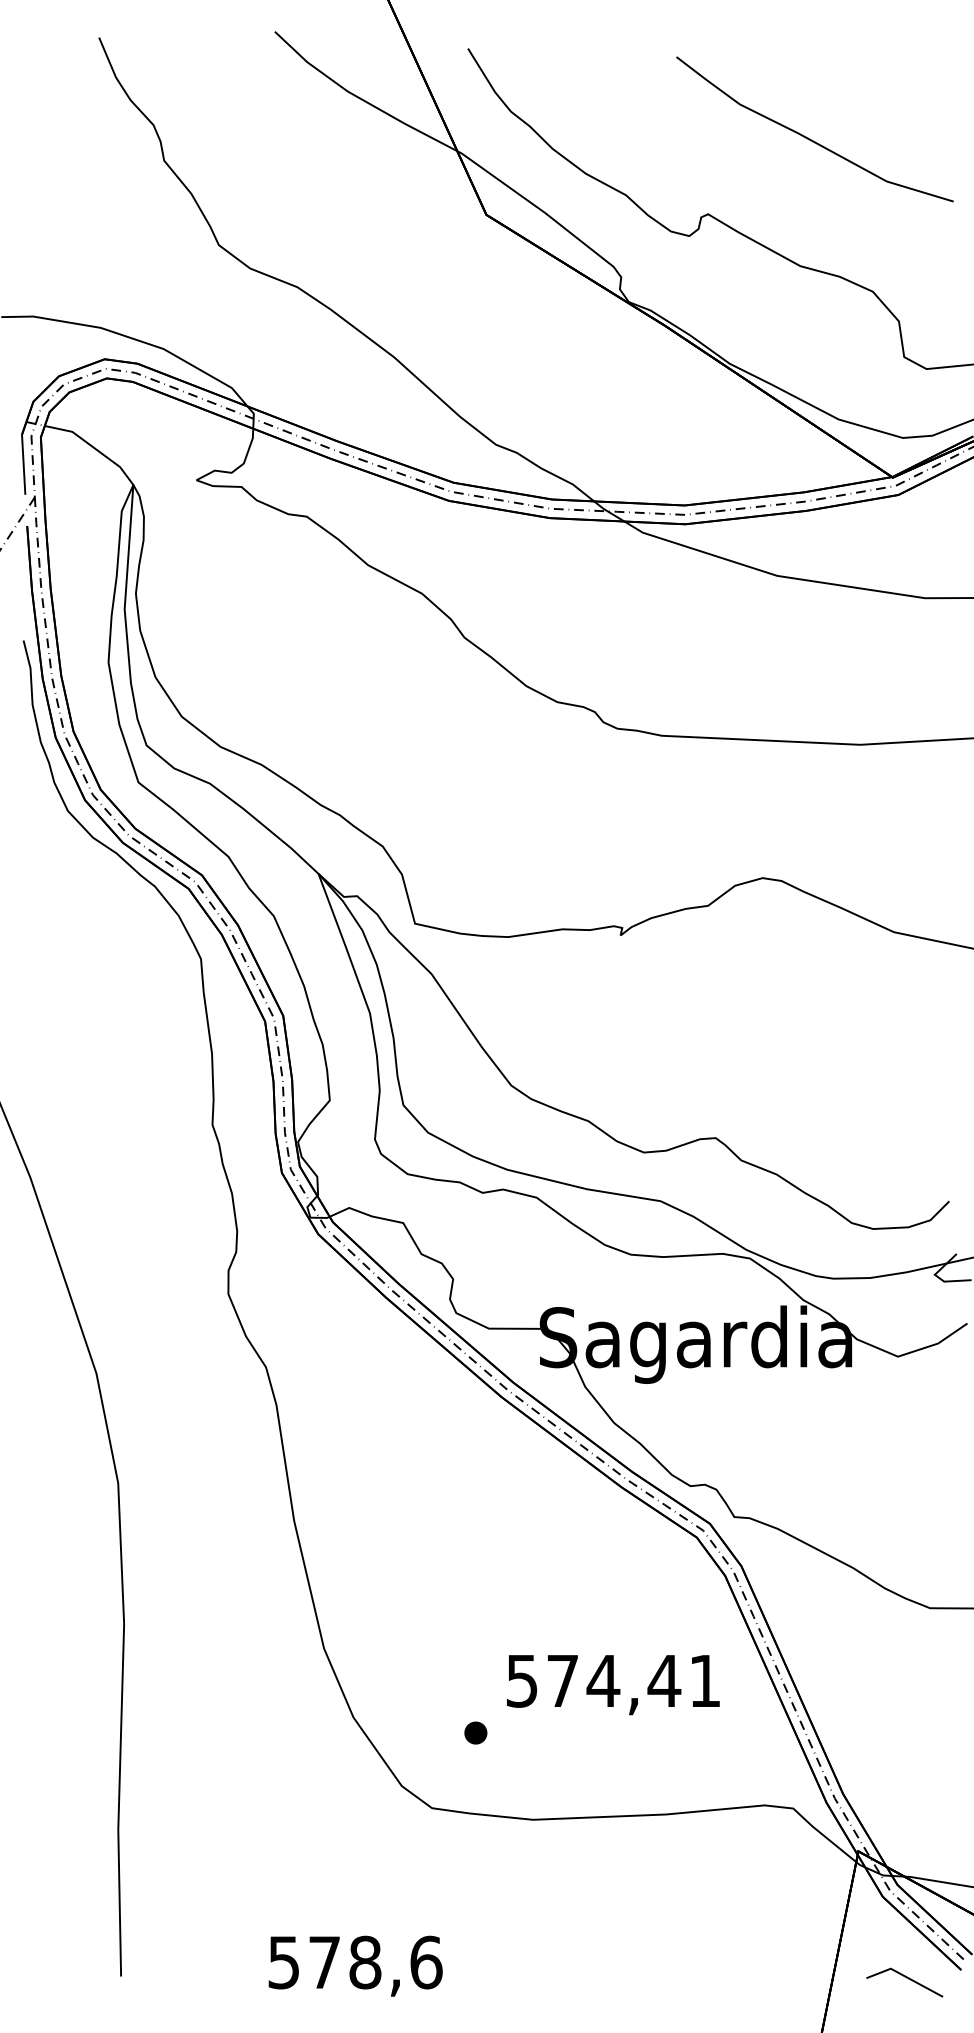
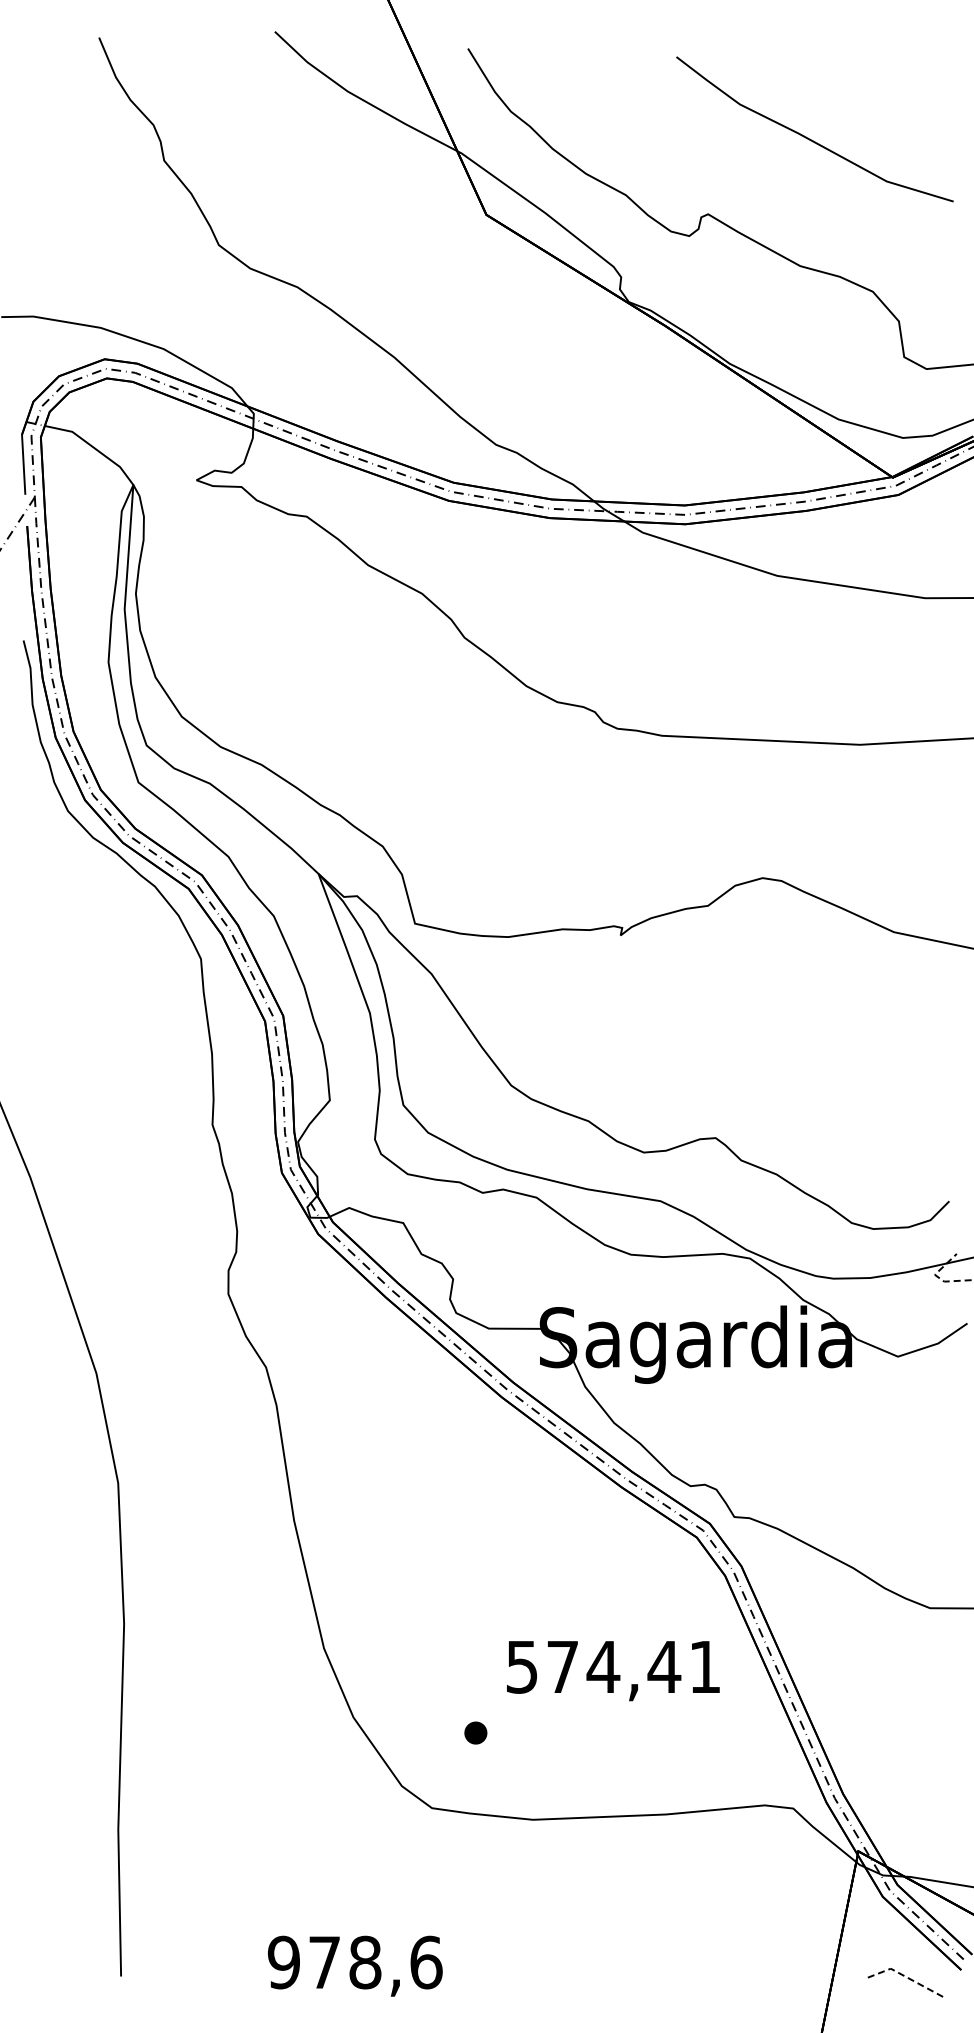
line at (938, 1277): solid -> dashed
text at (613, 1685) position: (613, 1685) -> (613, 1671)
text at (283, 1962): 578,6 -> 978,6
line at (904, 1976): solid -> dashed
